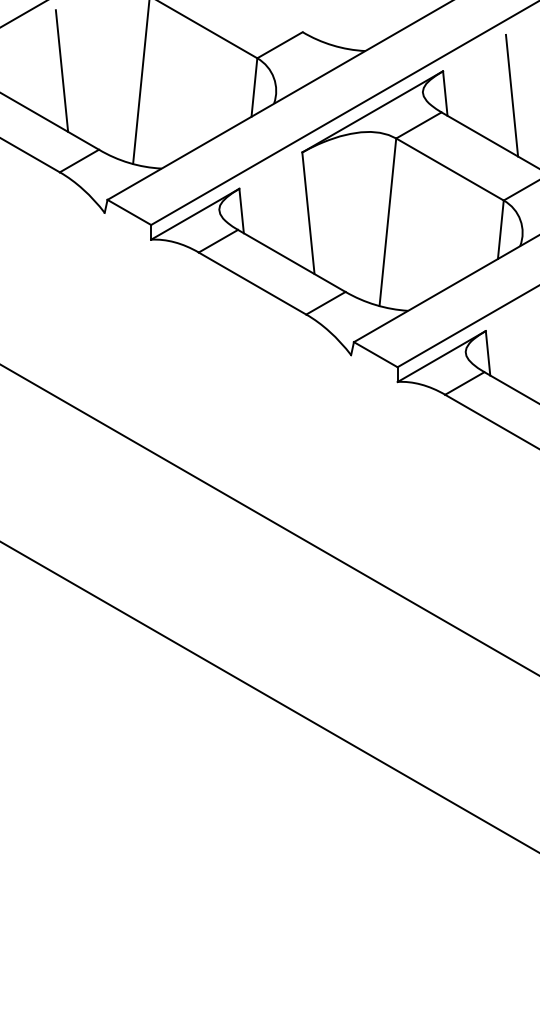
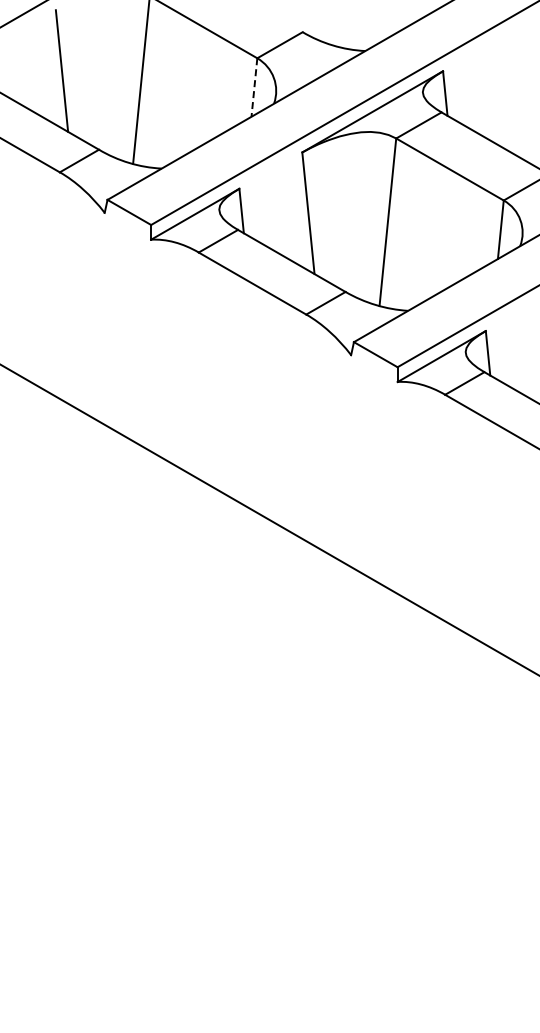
line at (254, 88): solid -> dashed
line at (511, 95): present -> none
line at (269, 696): present -> none
